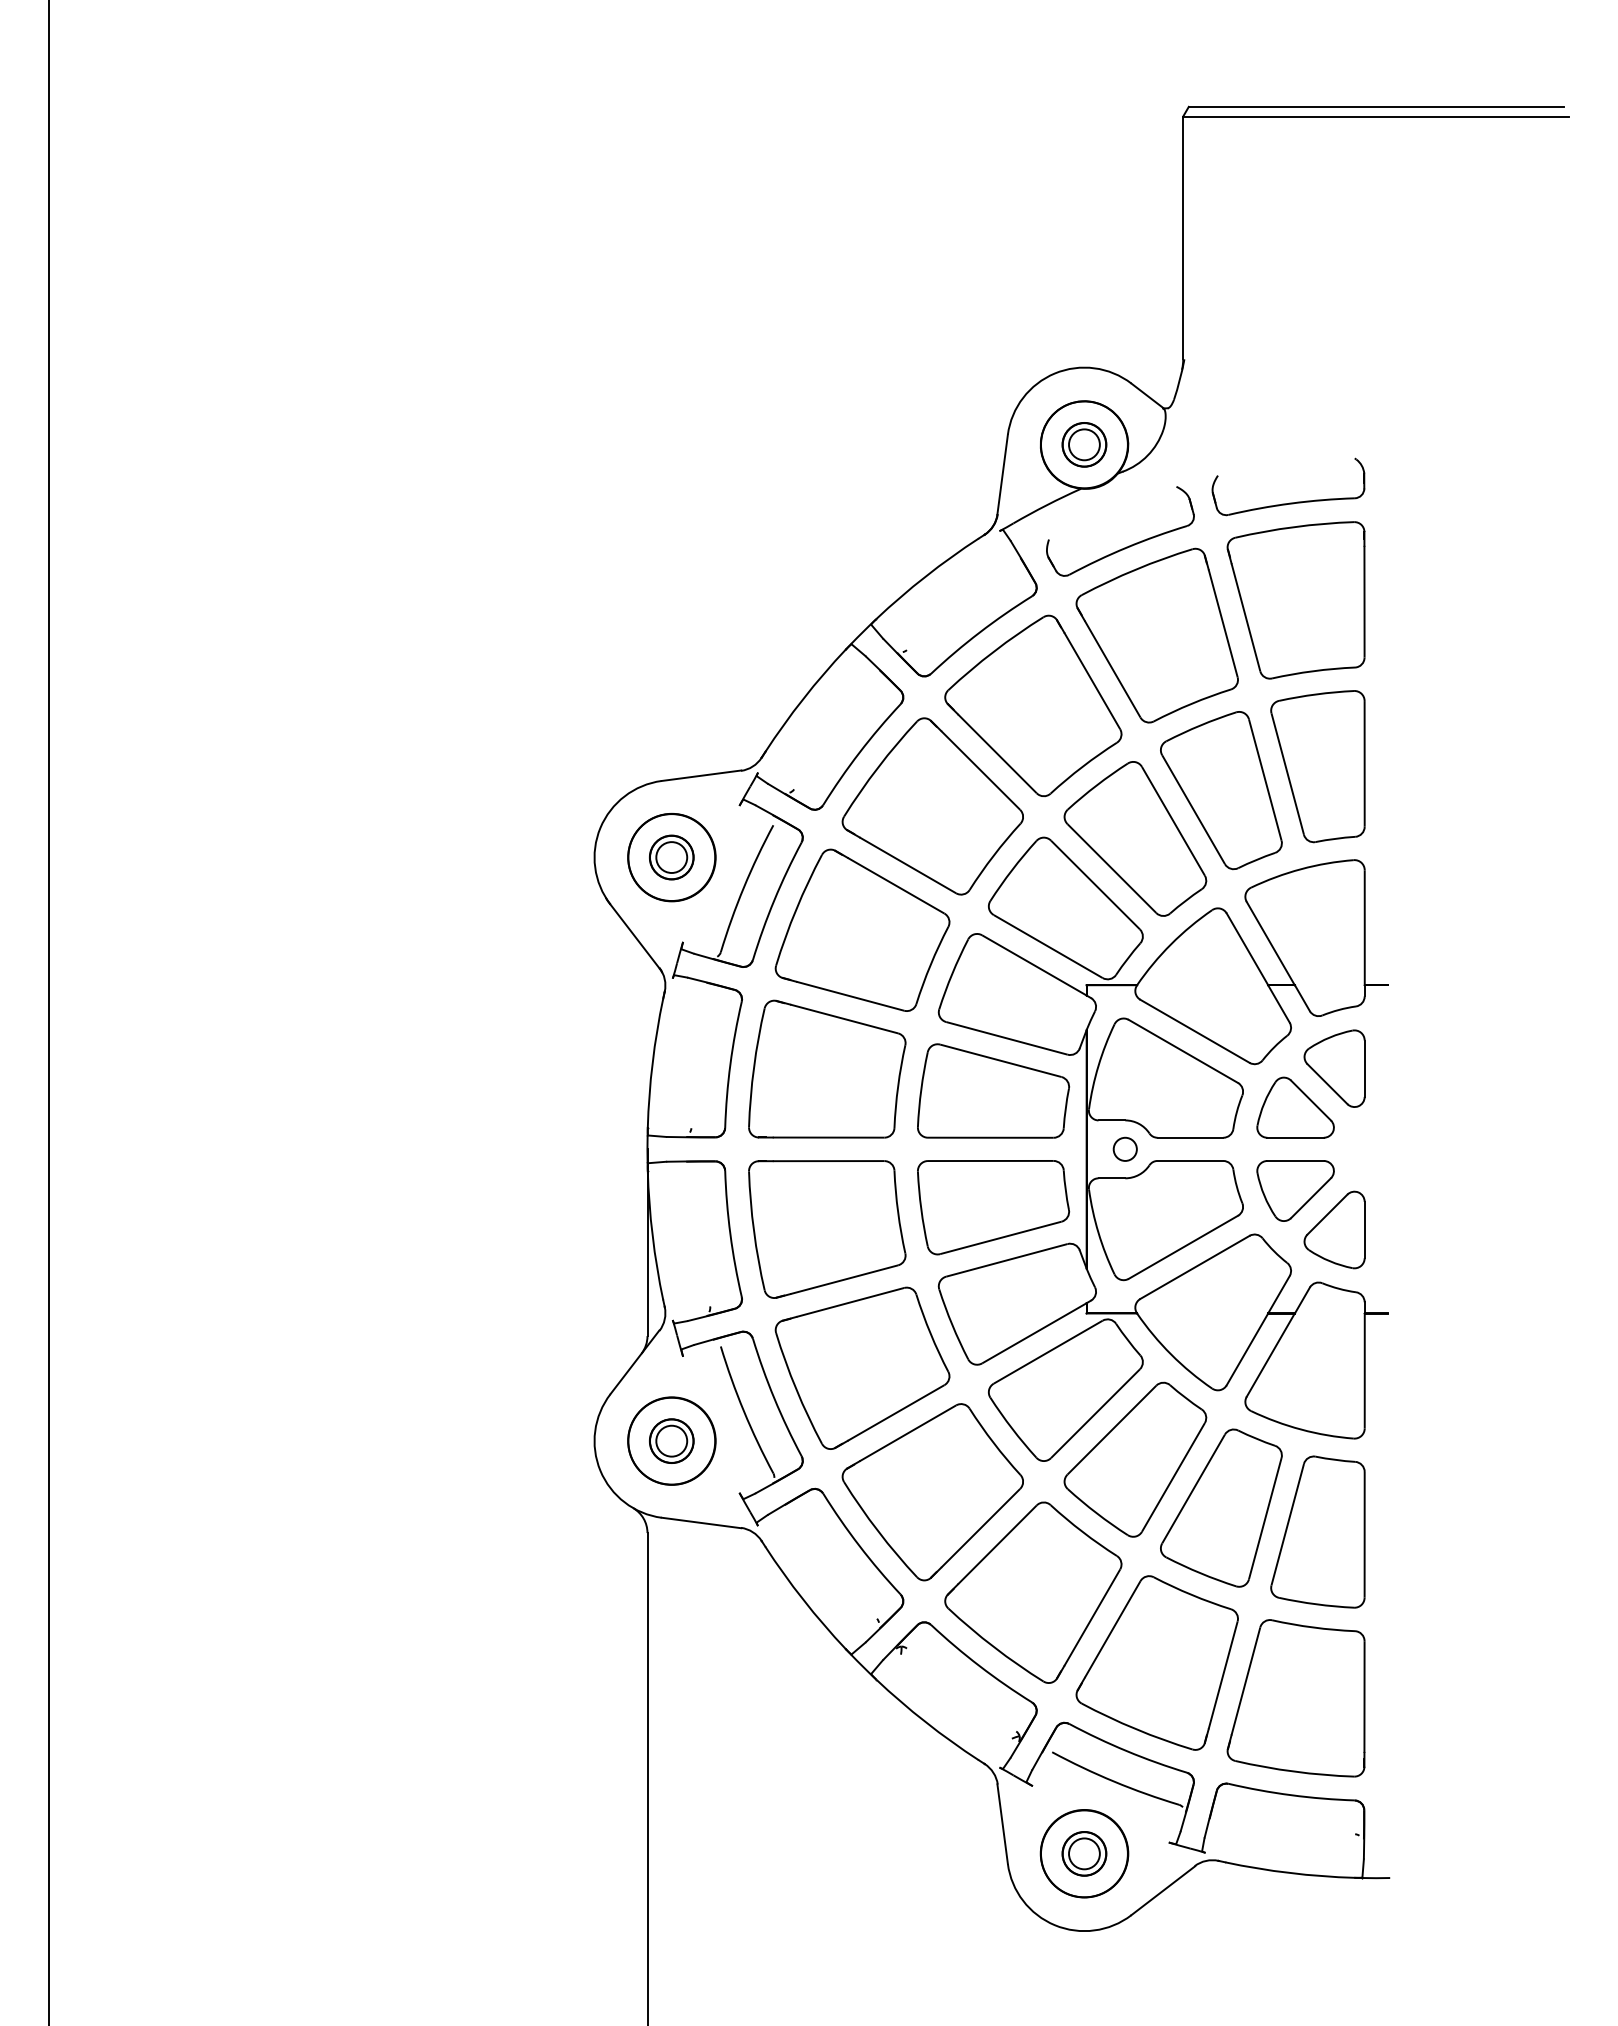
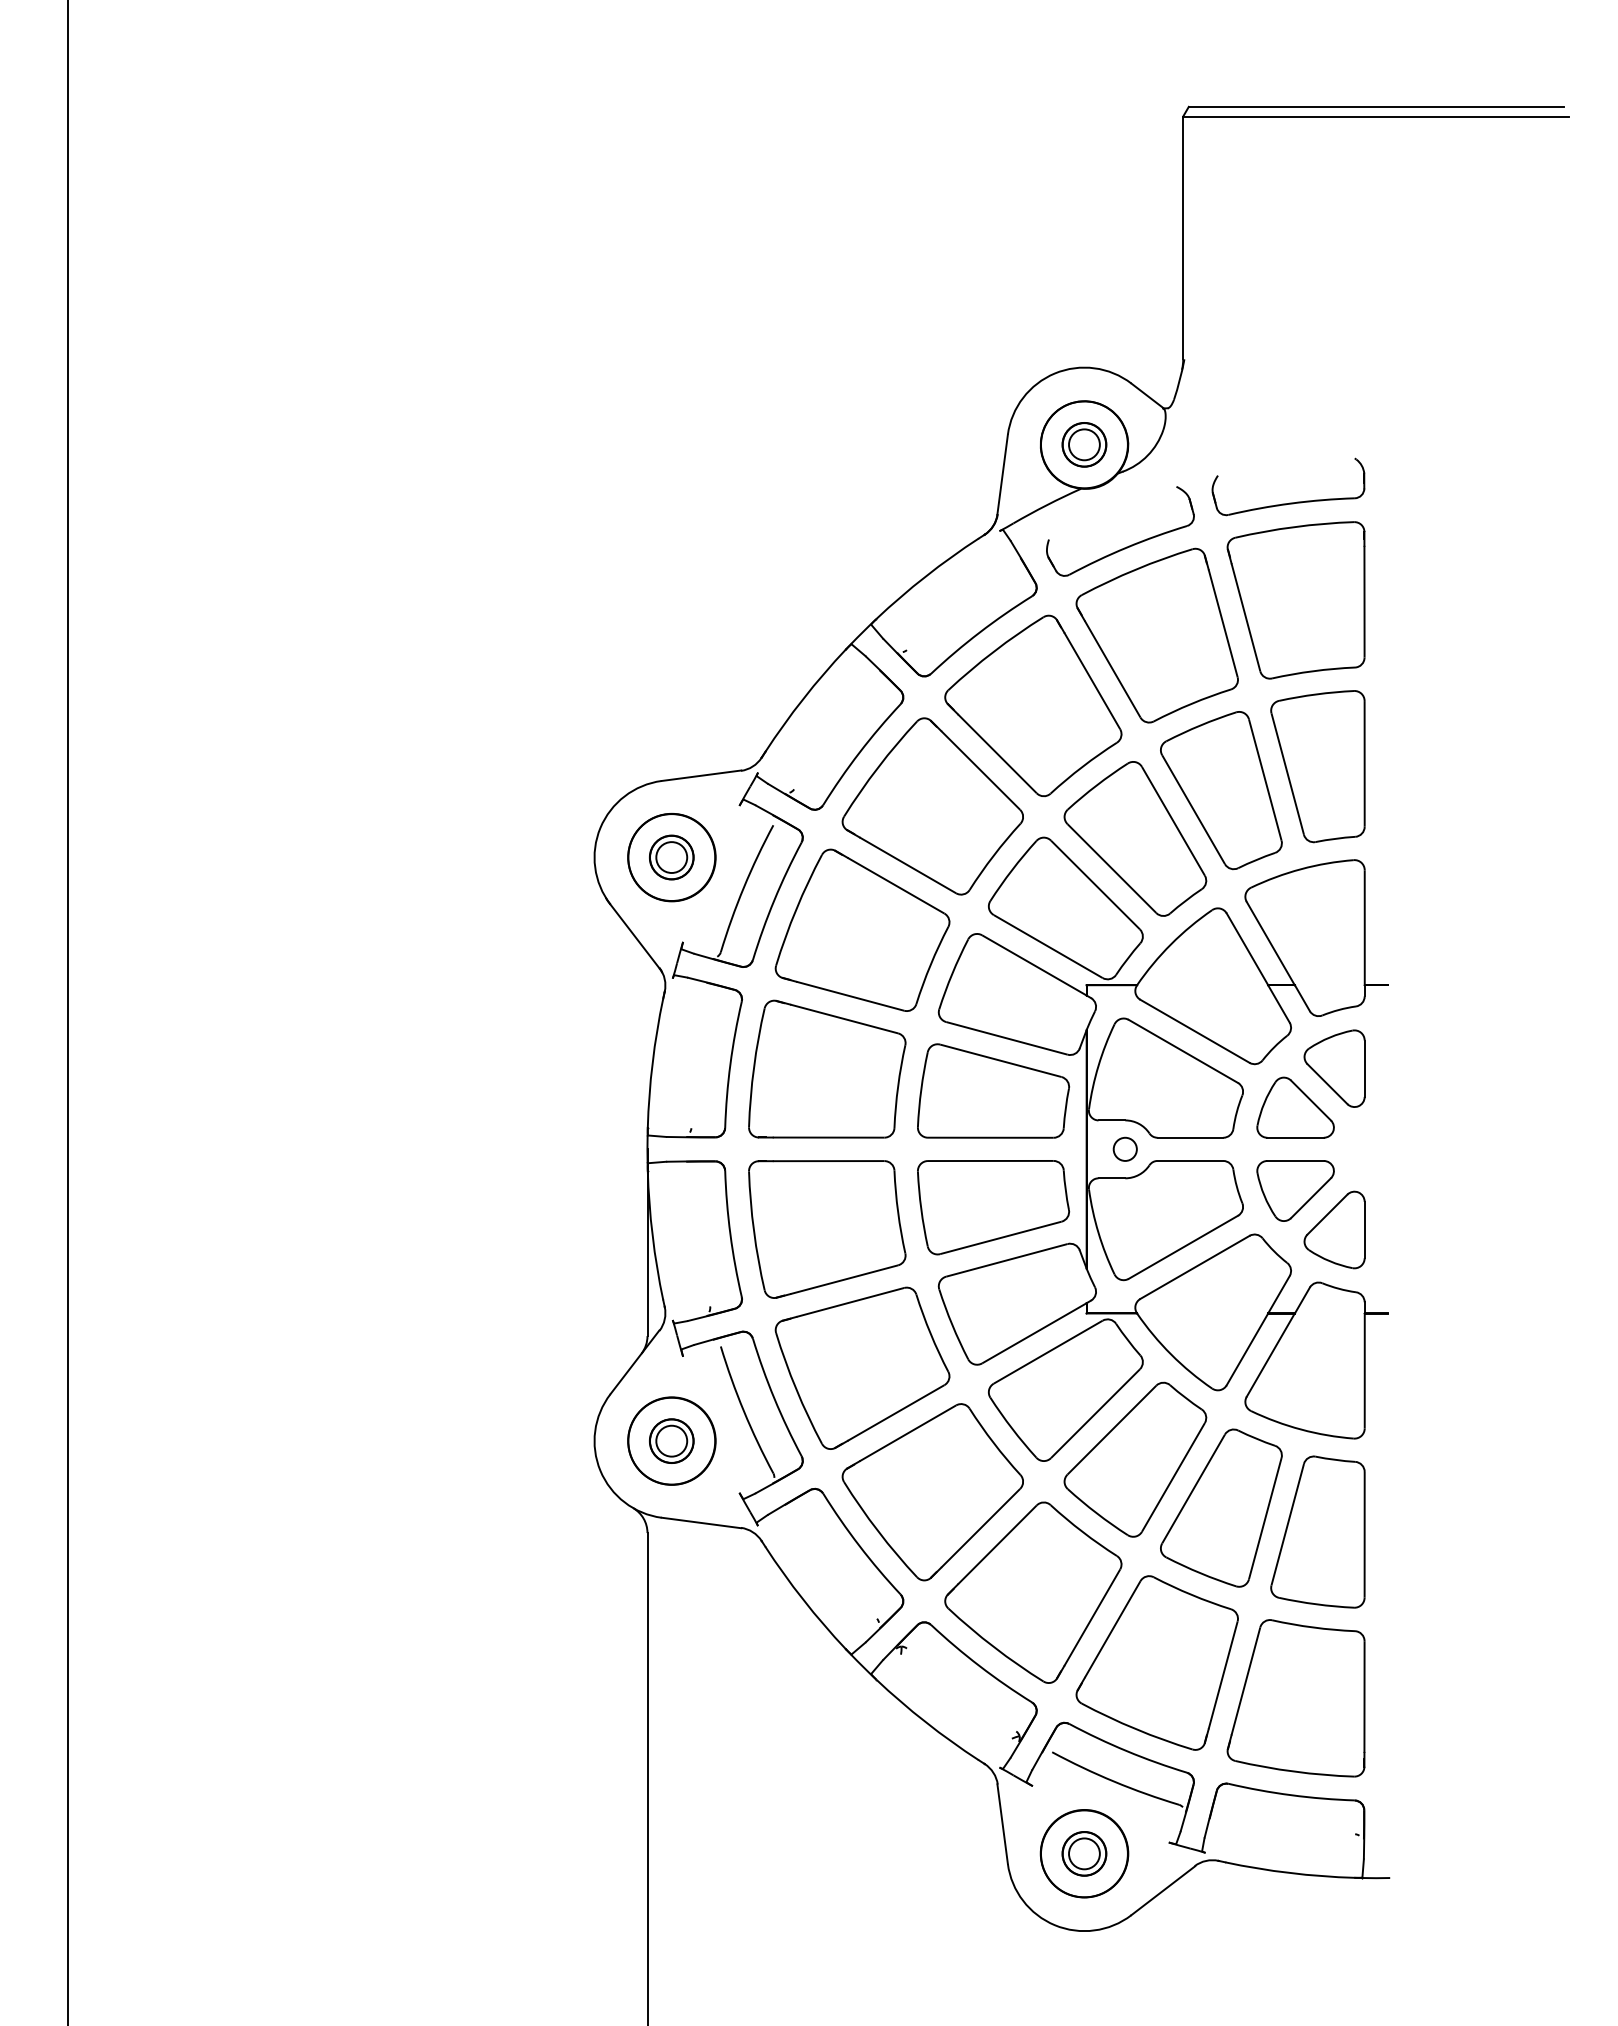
line at (48, 1012) position: (48, 1012) -> (67, 1012)
